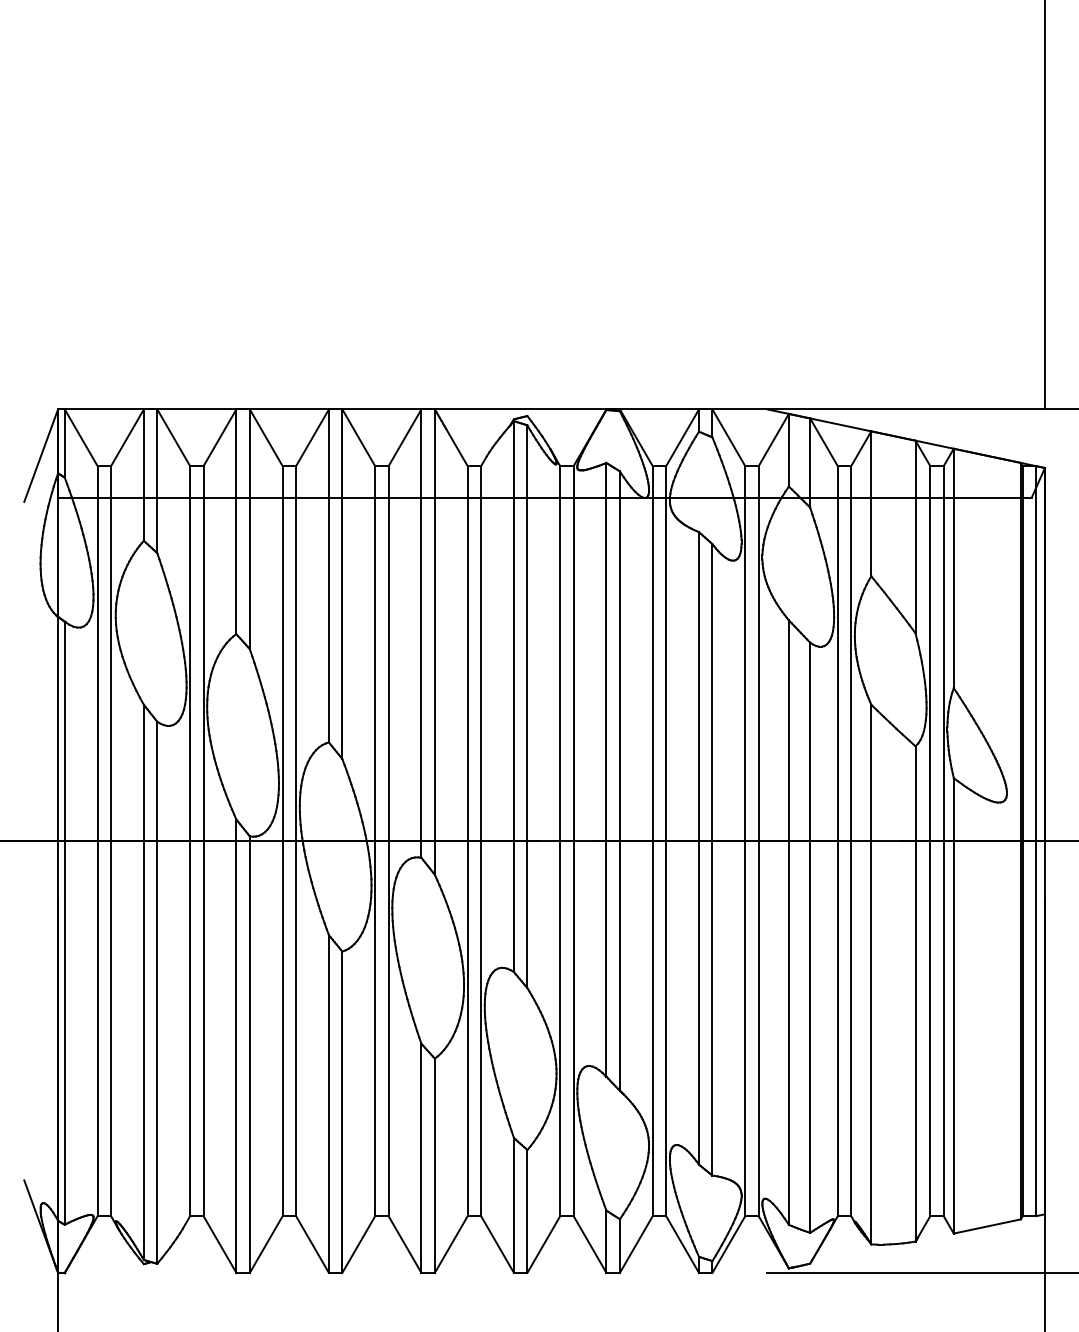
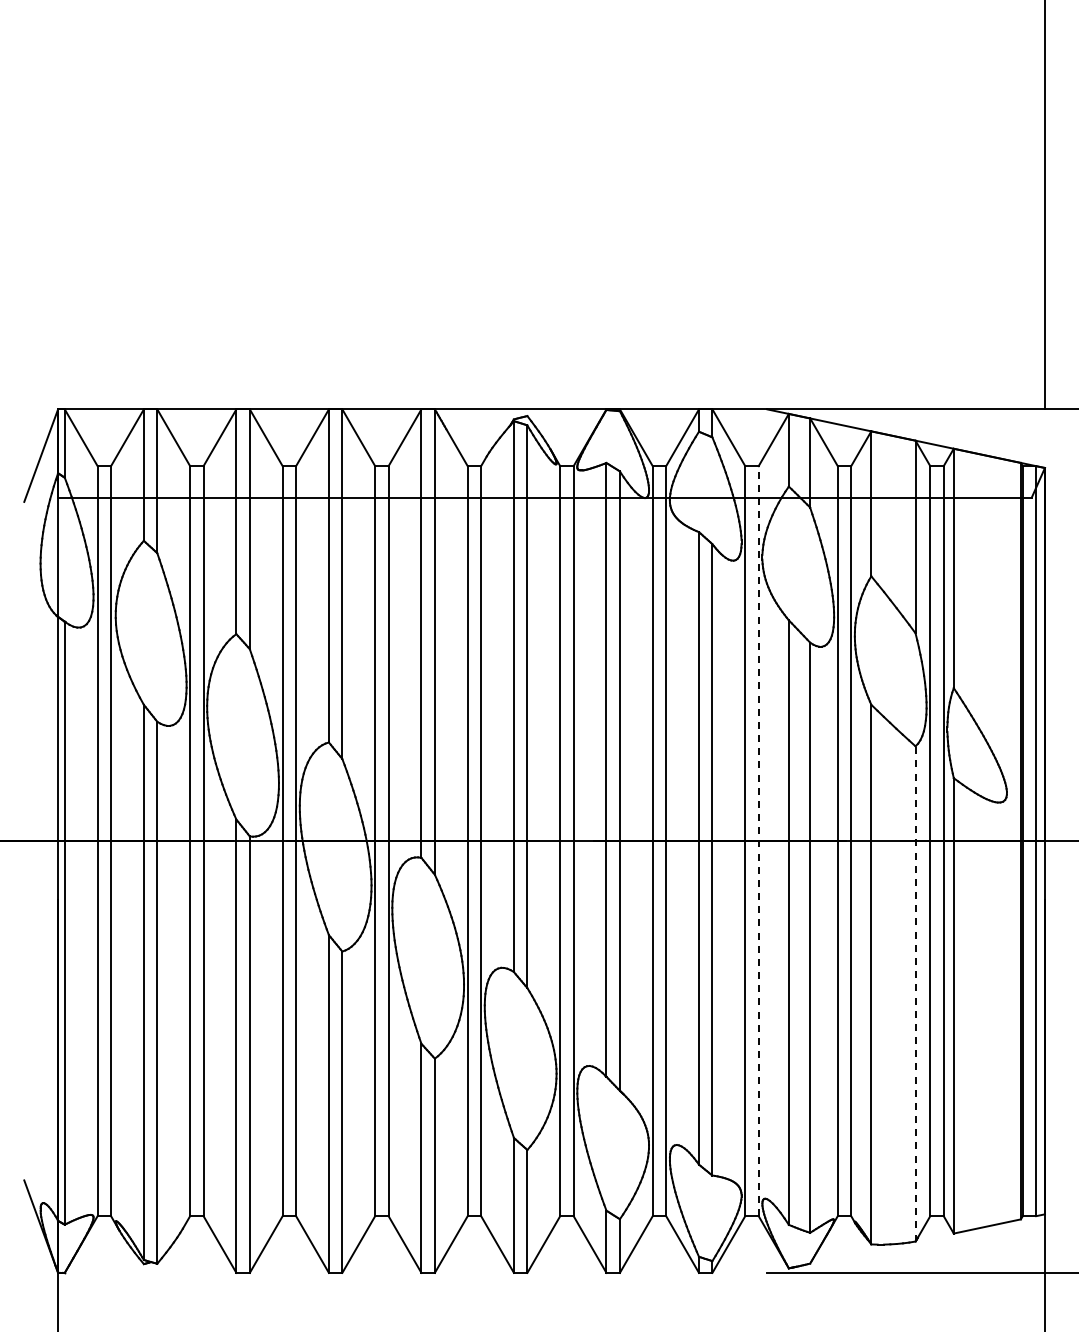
line at (758, 840): solid -> dashed
line at (915, 993): solid -> dashed
